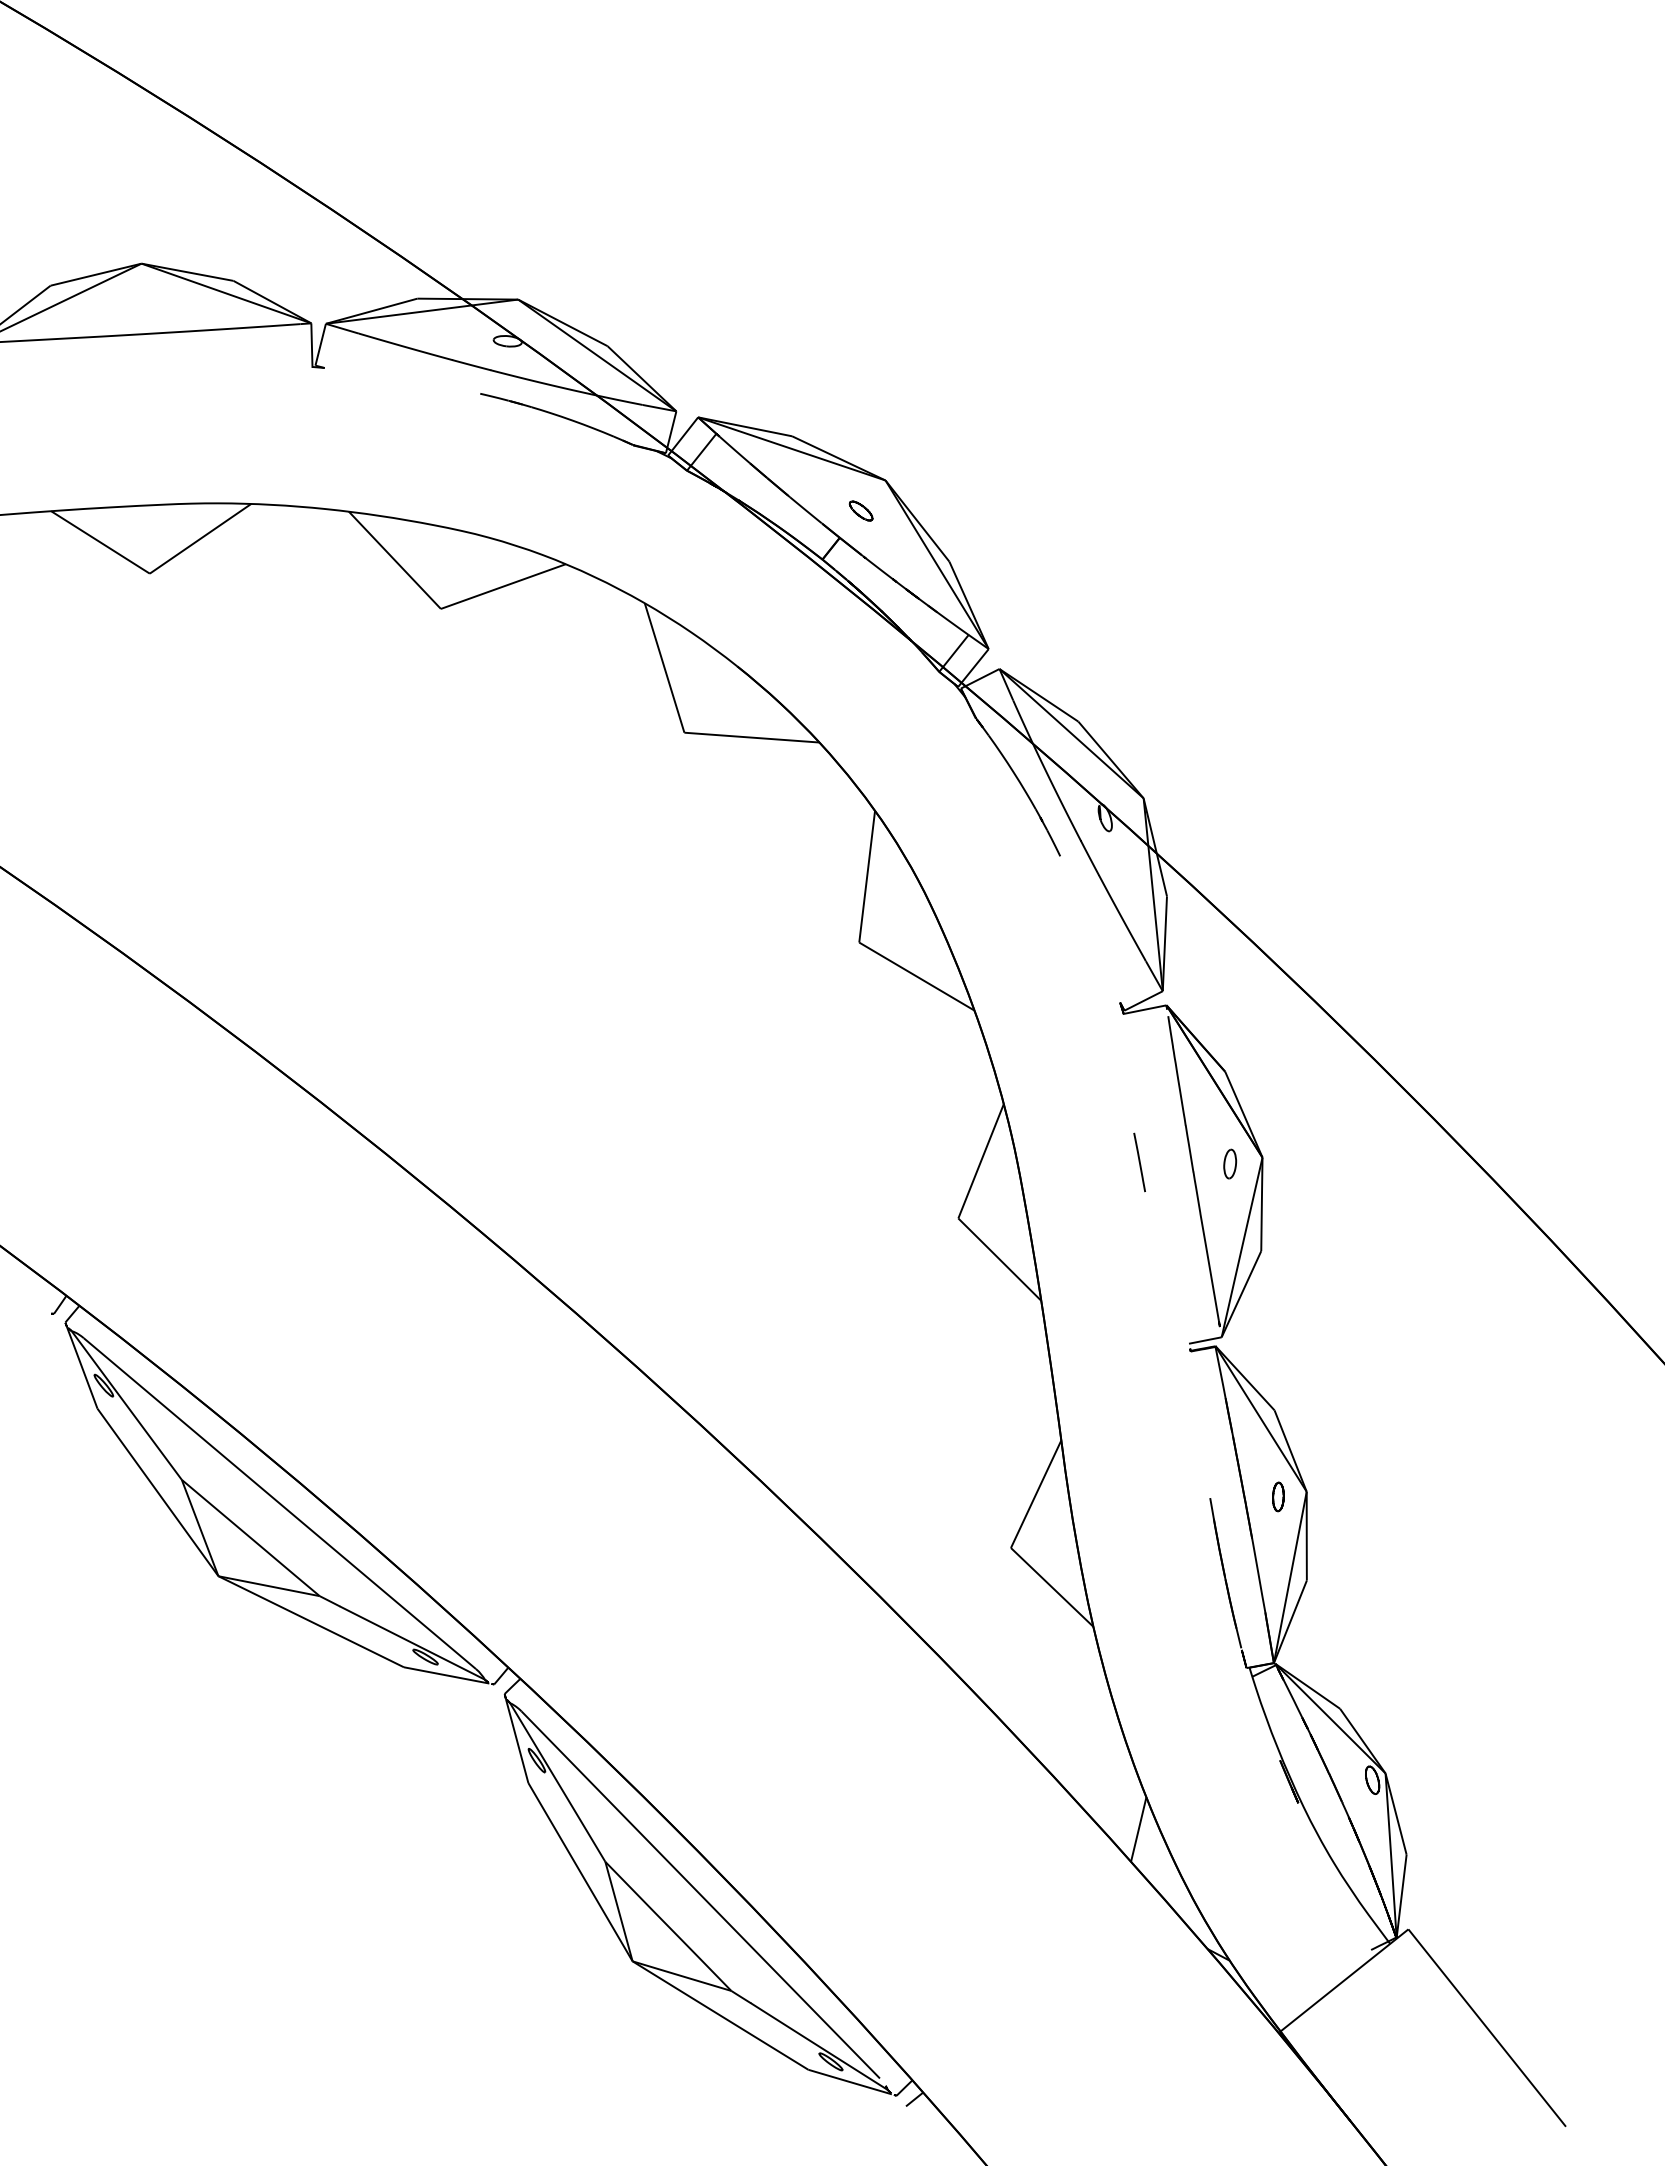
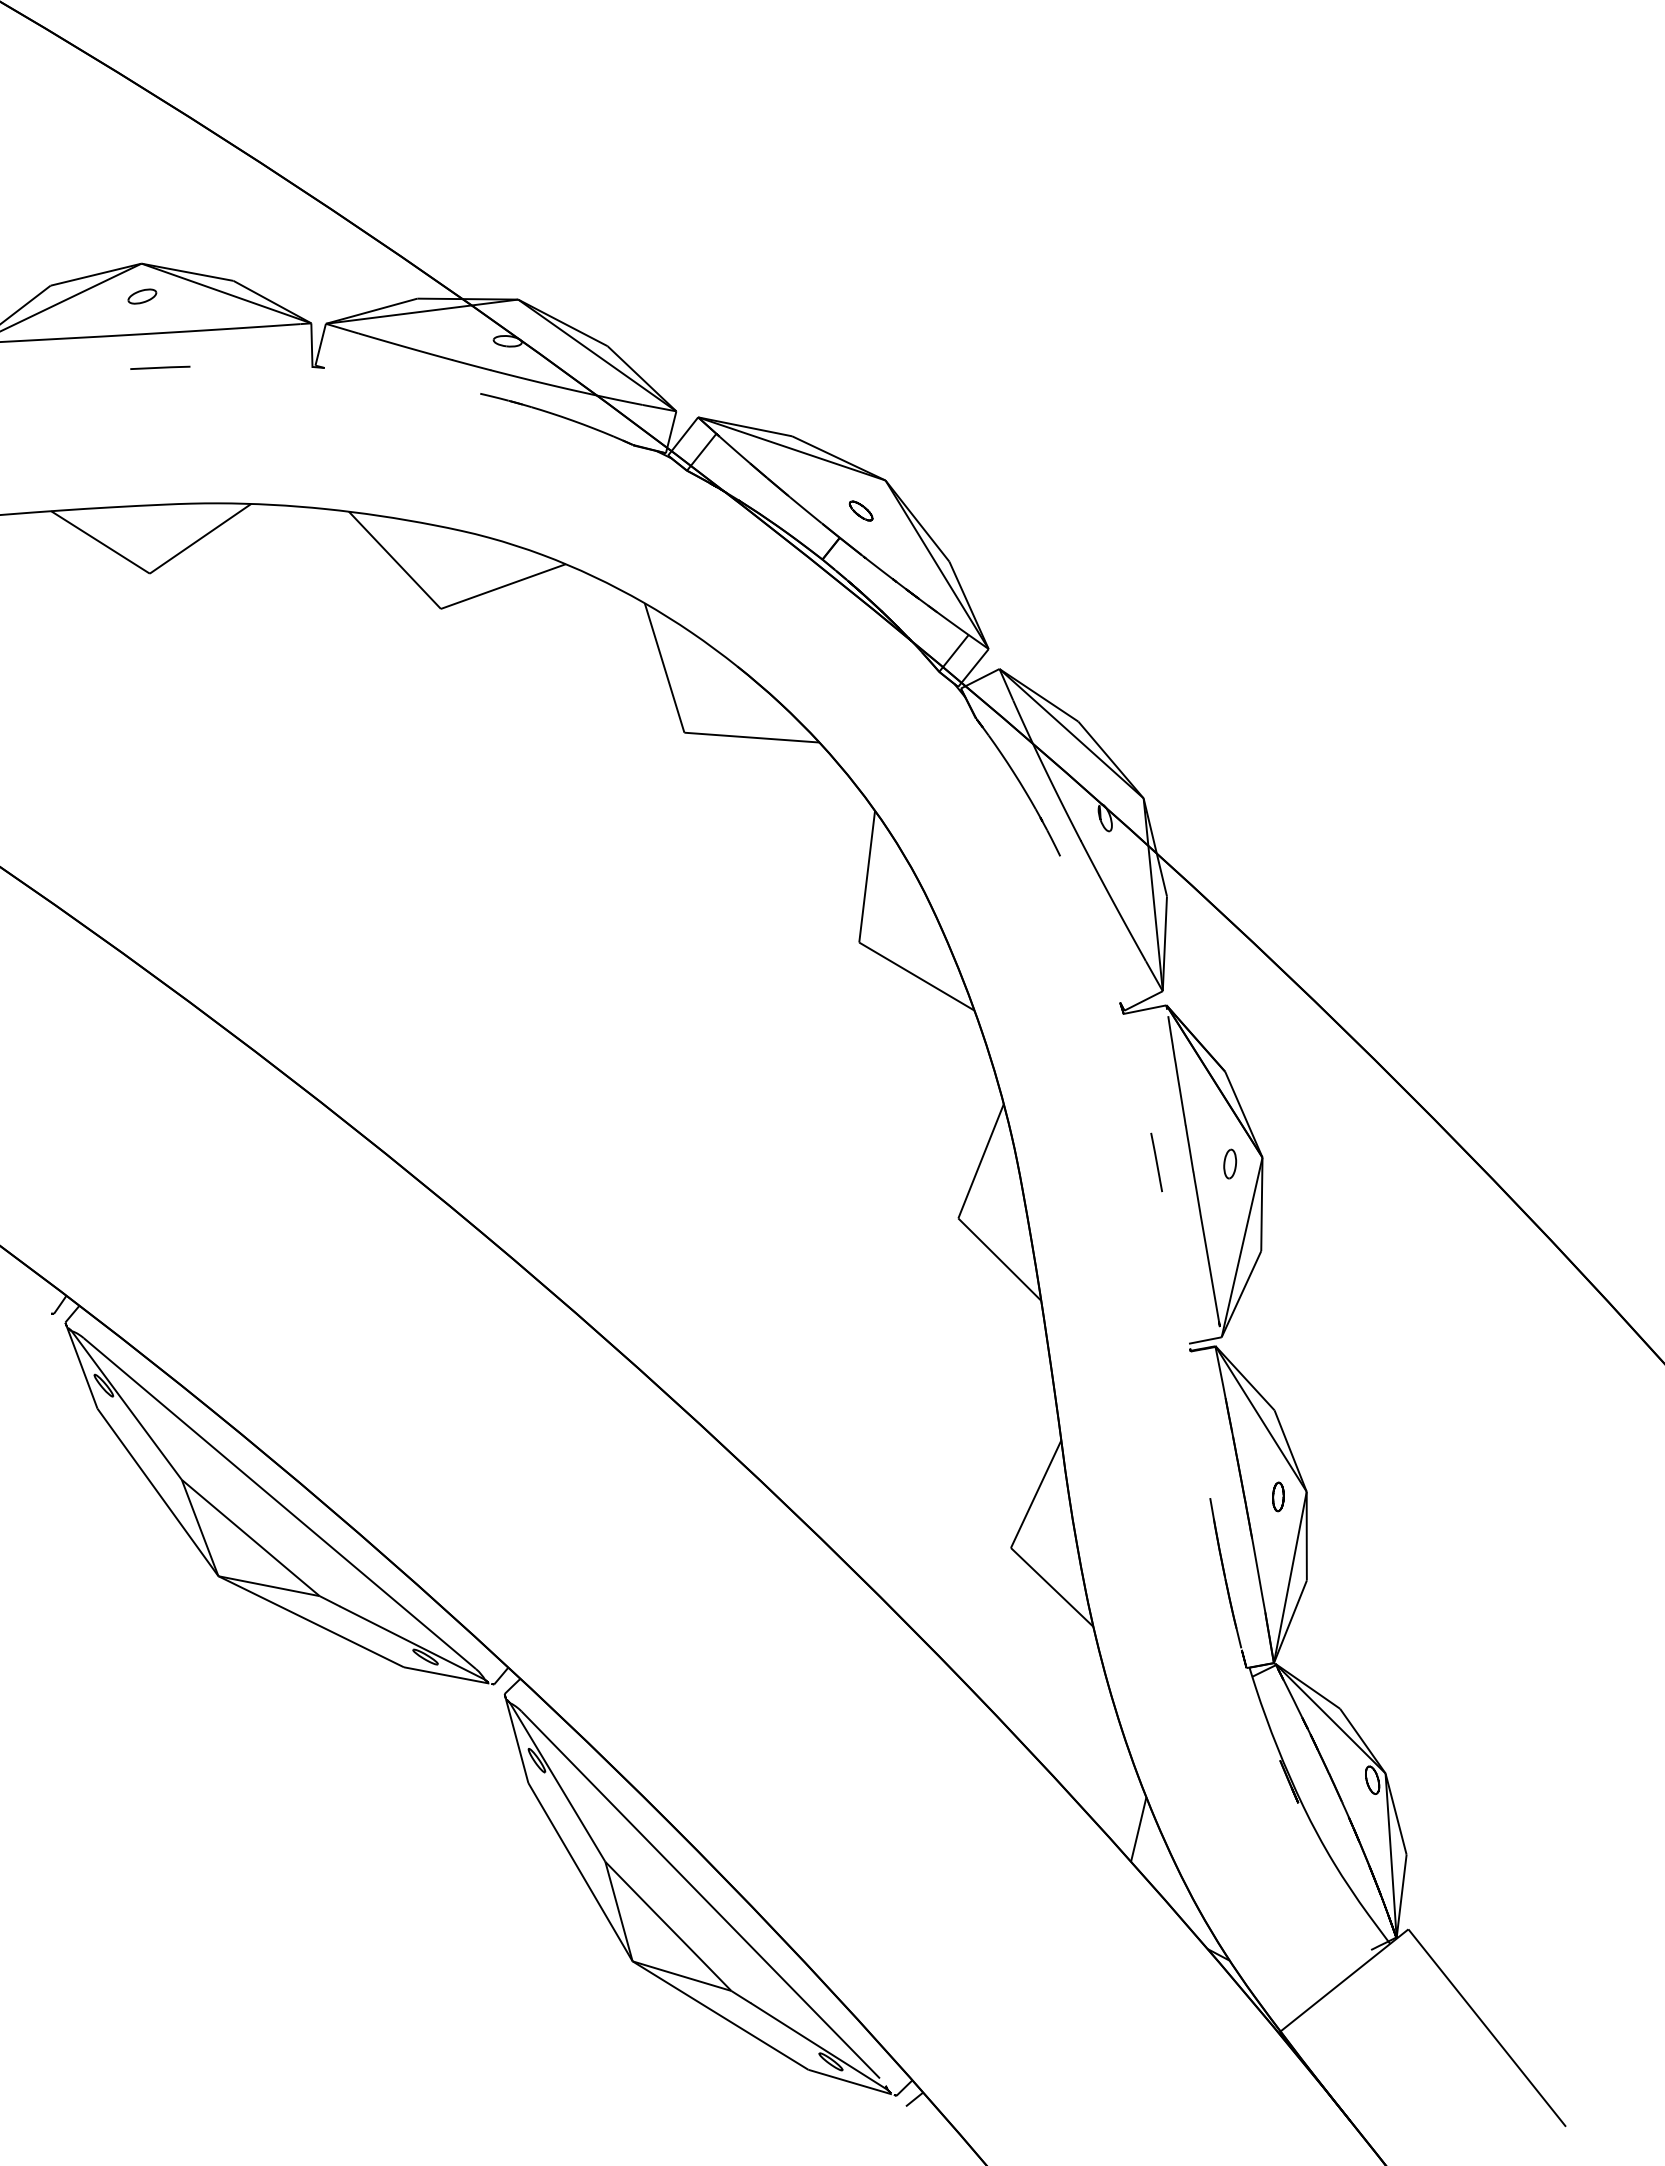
part at (142, 296): none -> present
line at (160, 367): none -> present
line at (1139, 1162) position: (1139, 1162) -> (1156, 1162)
